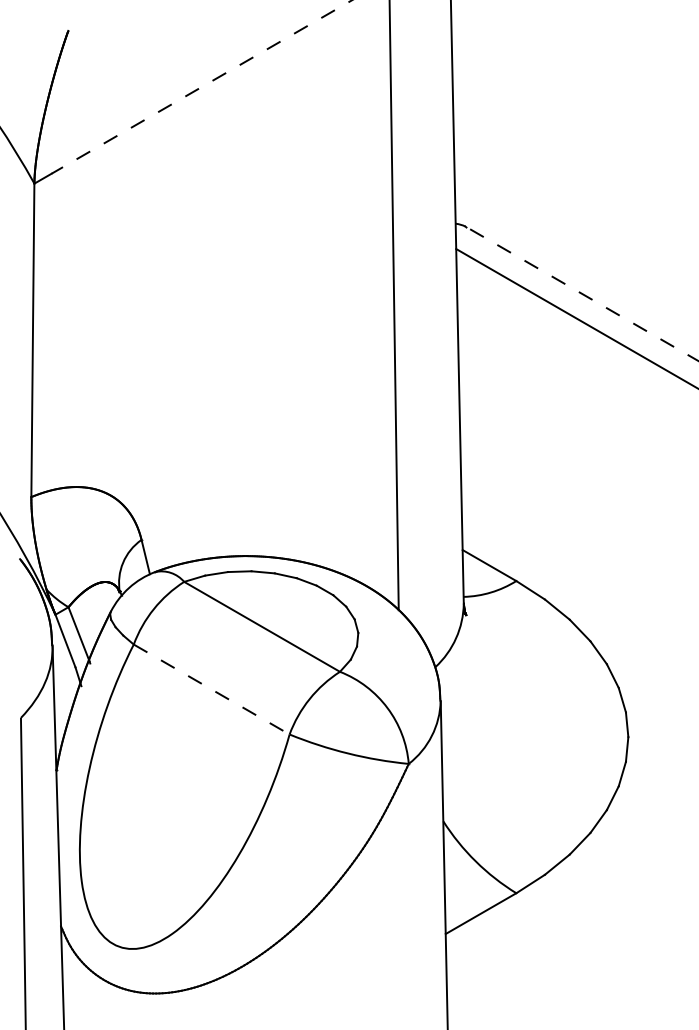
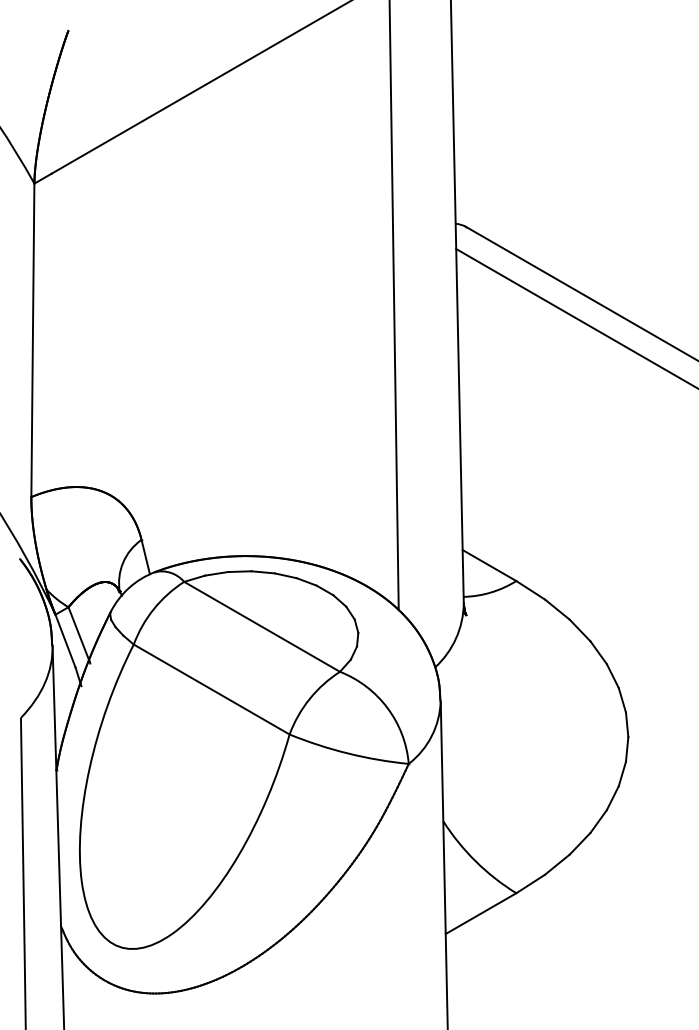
line at (201, 87): dashed -> solid
line at (582, 294): dashed -> solid
line at (211, 689): dashed -> solid
